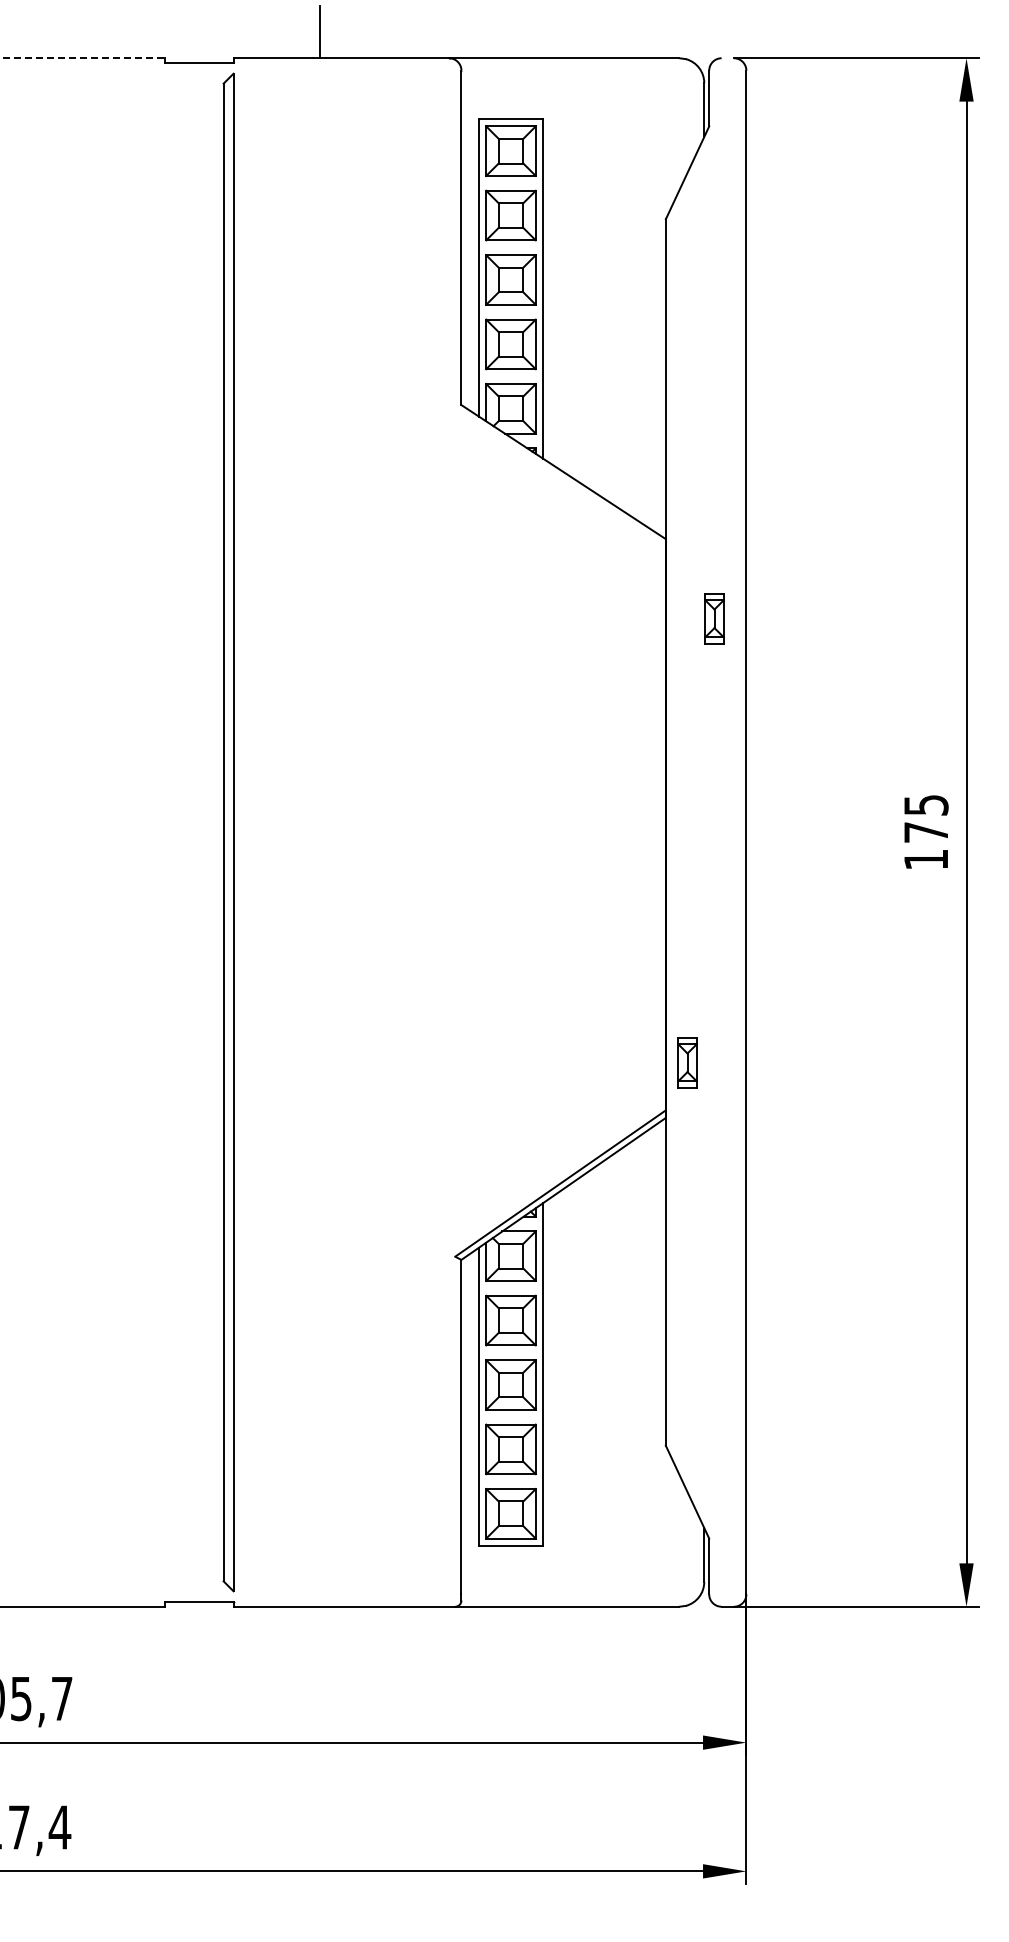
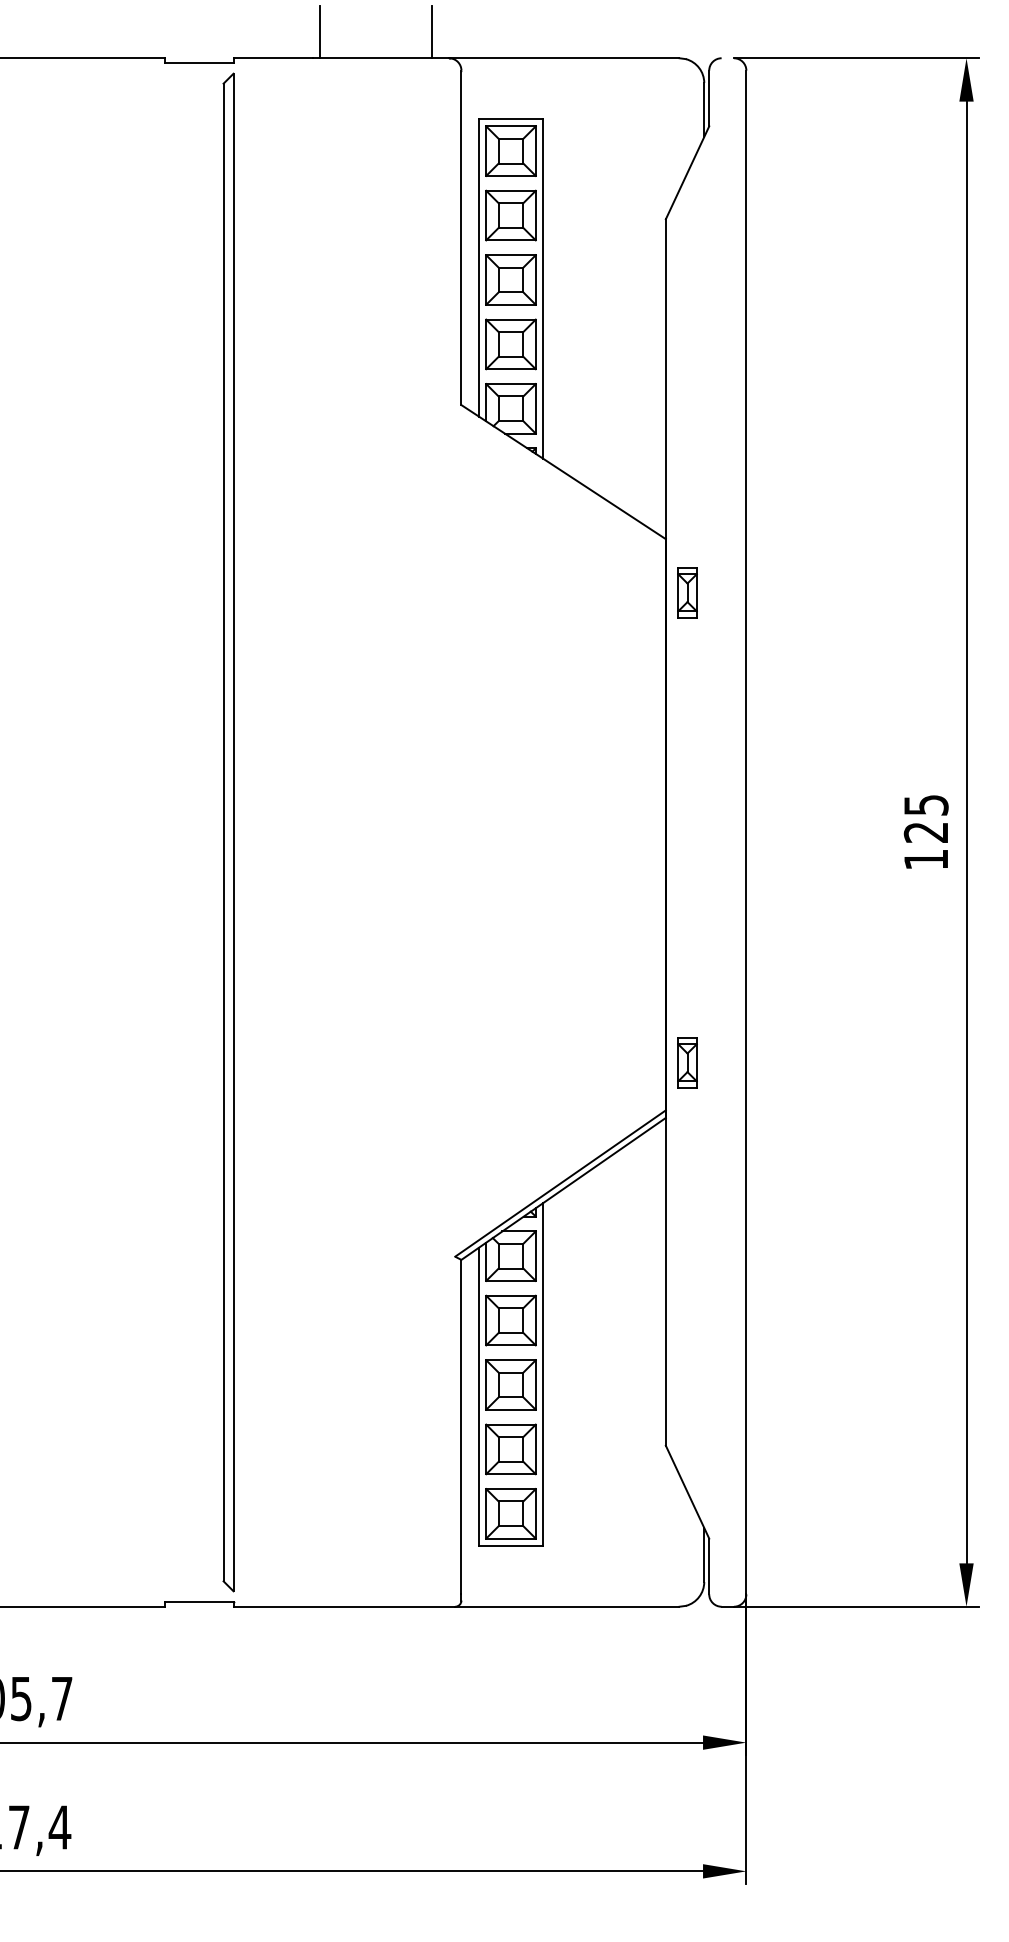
line at (431, 32): none -> present
line at (83, 58): dashed -> solid
part at (714, 618) position: (714, 618) -> (687, 592)
text at (925, 832): 175 -> 125
